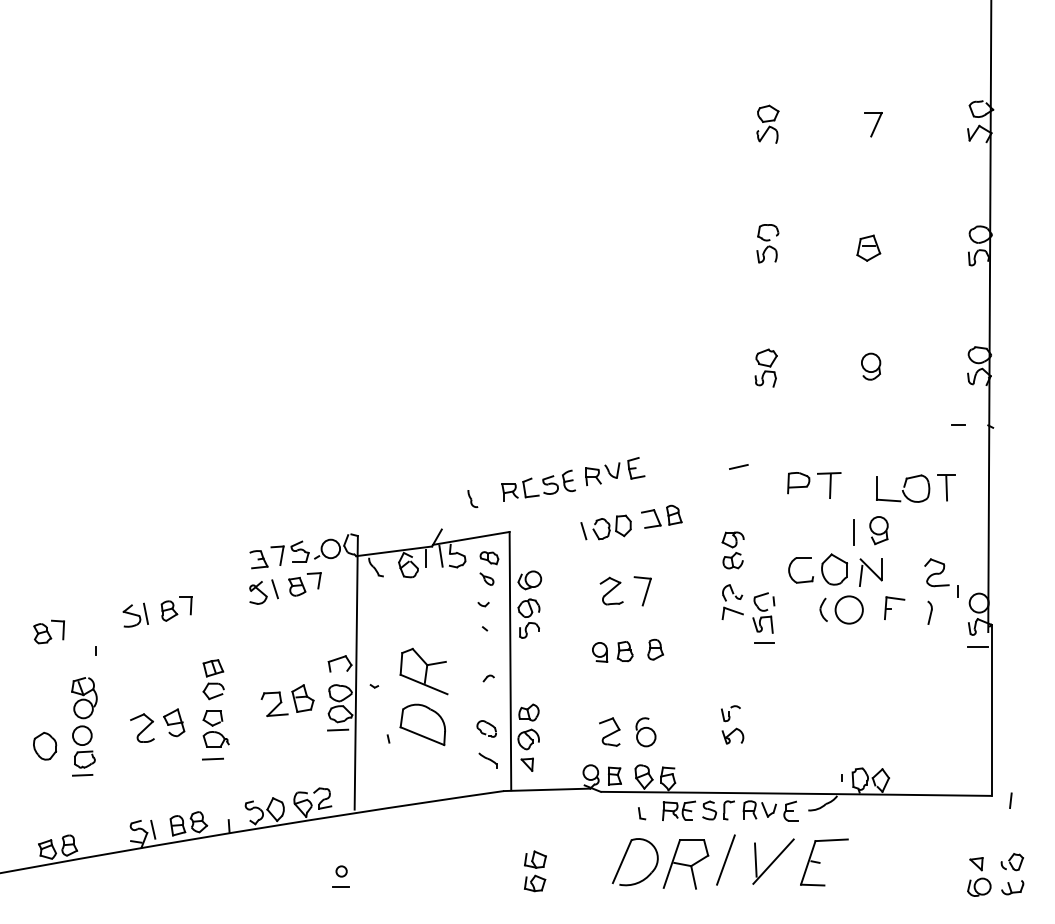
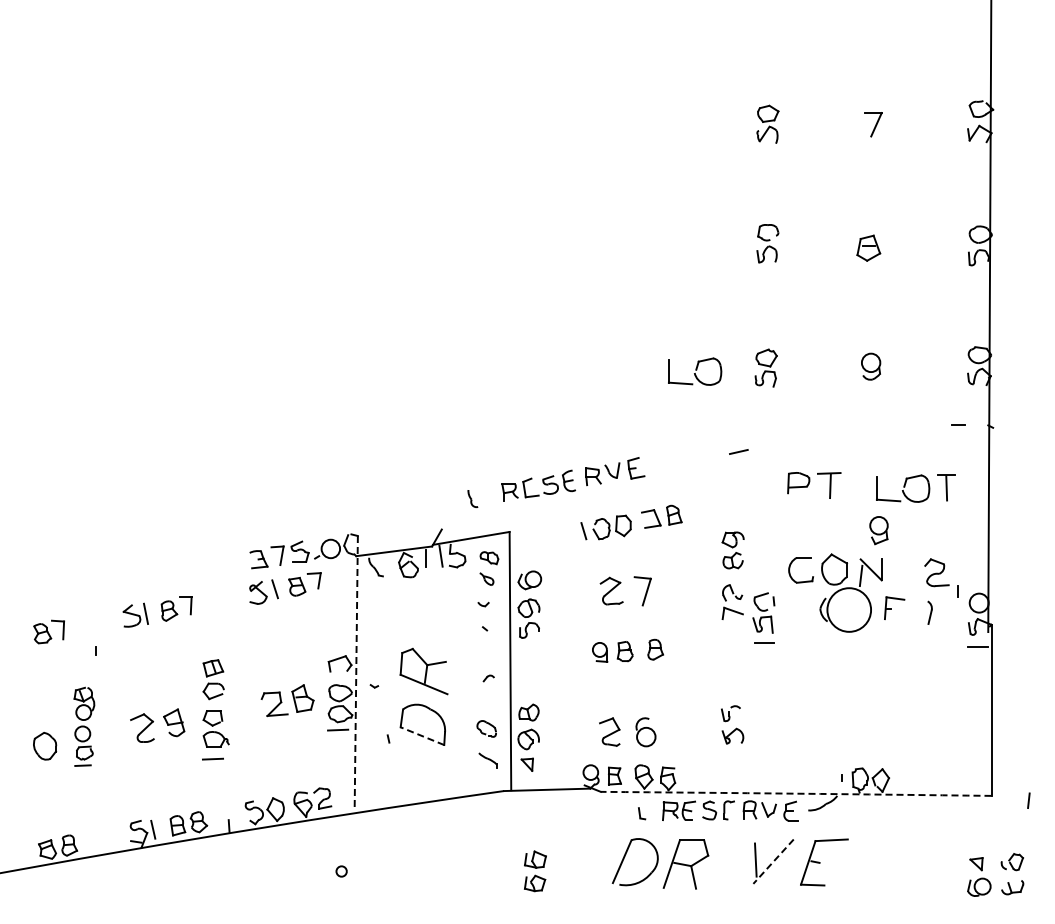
part at (695, 371): none -> present
line at (738, 466) position: (738, 466) -> (738, 451)
line at (854, 531): present -> none
circle at (848, 609) diameter: 27 px -> 44 px
line at (356, 672): solid -> dashed
part at (84, 726) size: 27x100 px -> 23x81 px
line at (422, 736): solid -> dashed
arc at (796, 793): solid -> dashed
line at (1010, 800) position: (1010, 800) -> (1028, 800)
line at (725, 859): present -> none
line at (773, 861): solid -> dashed
line at (340, 886): present -> none
